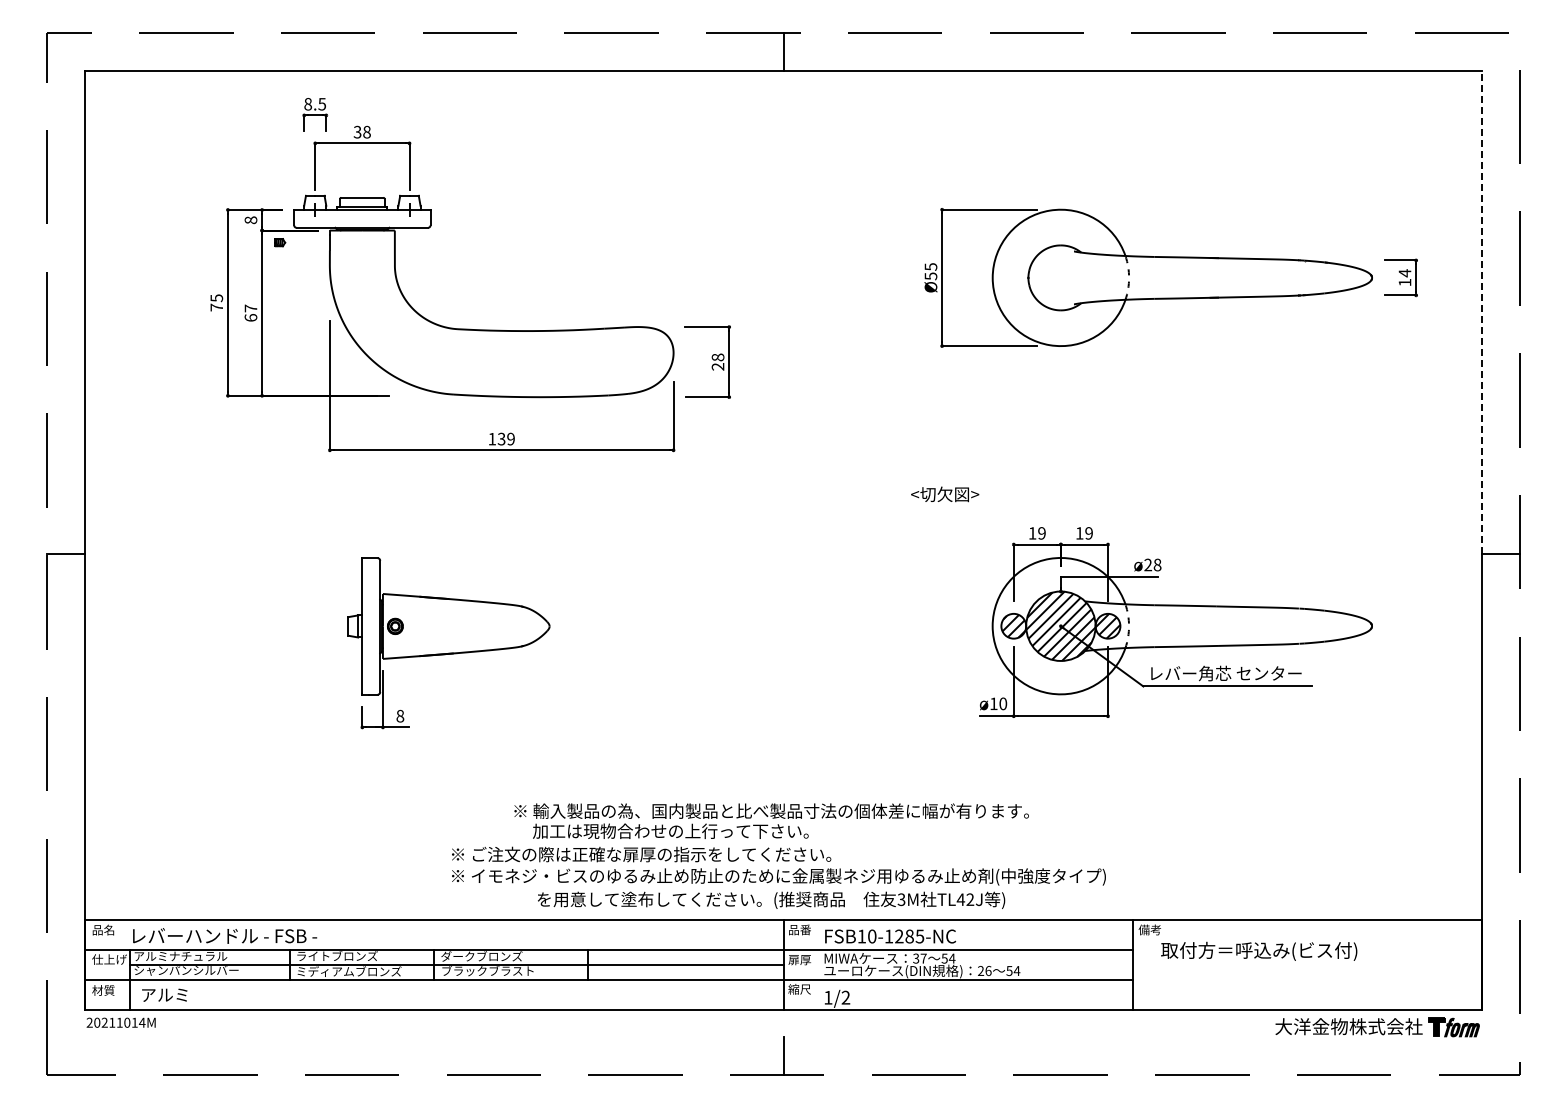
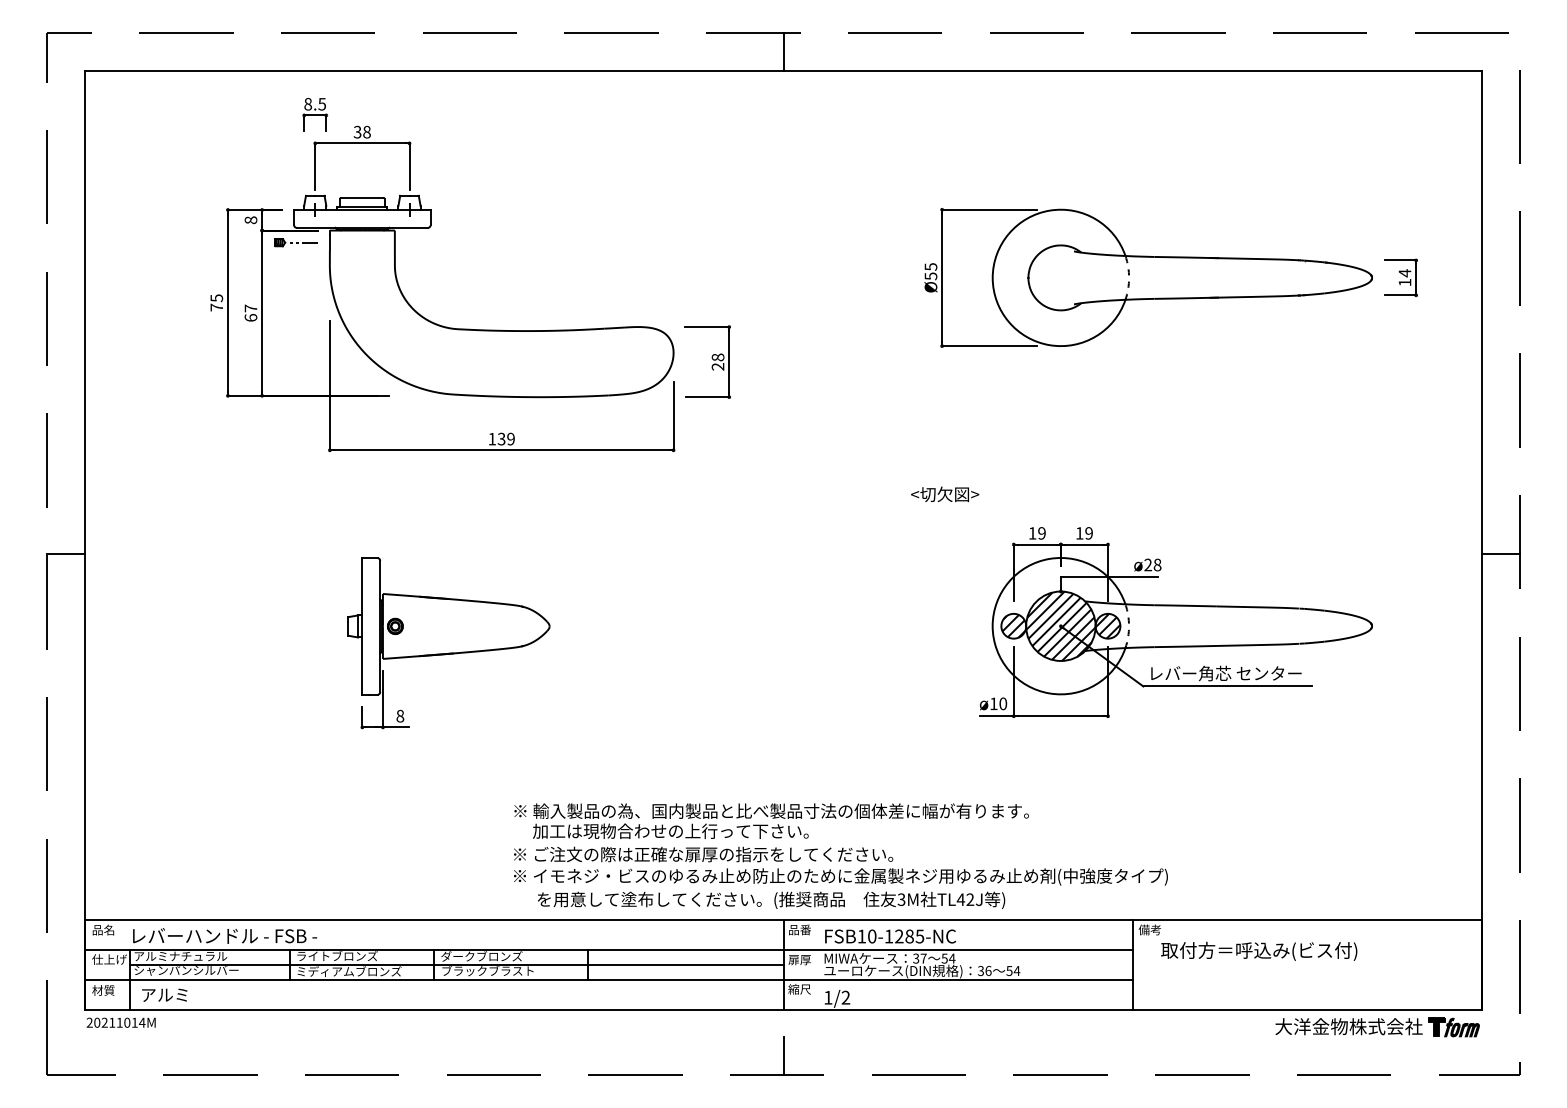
line at (303, 242): none -> present
line at (1482, 312): dashed -> solid
text at (778, 865) position: (778, 865) -> (840, 865)
text at (980, 971): 26 -> 36
